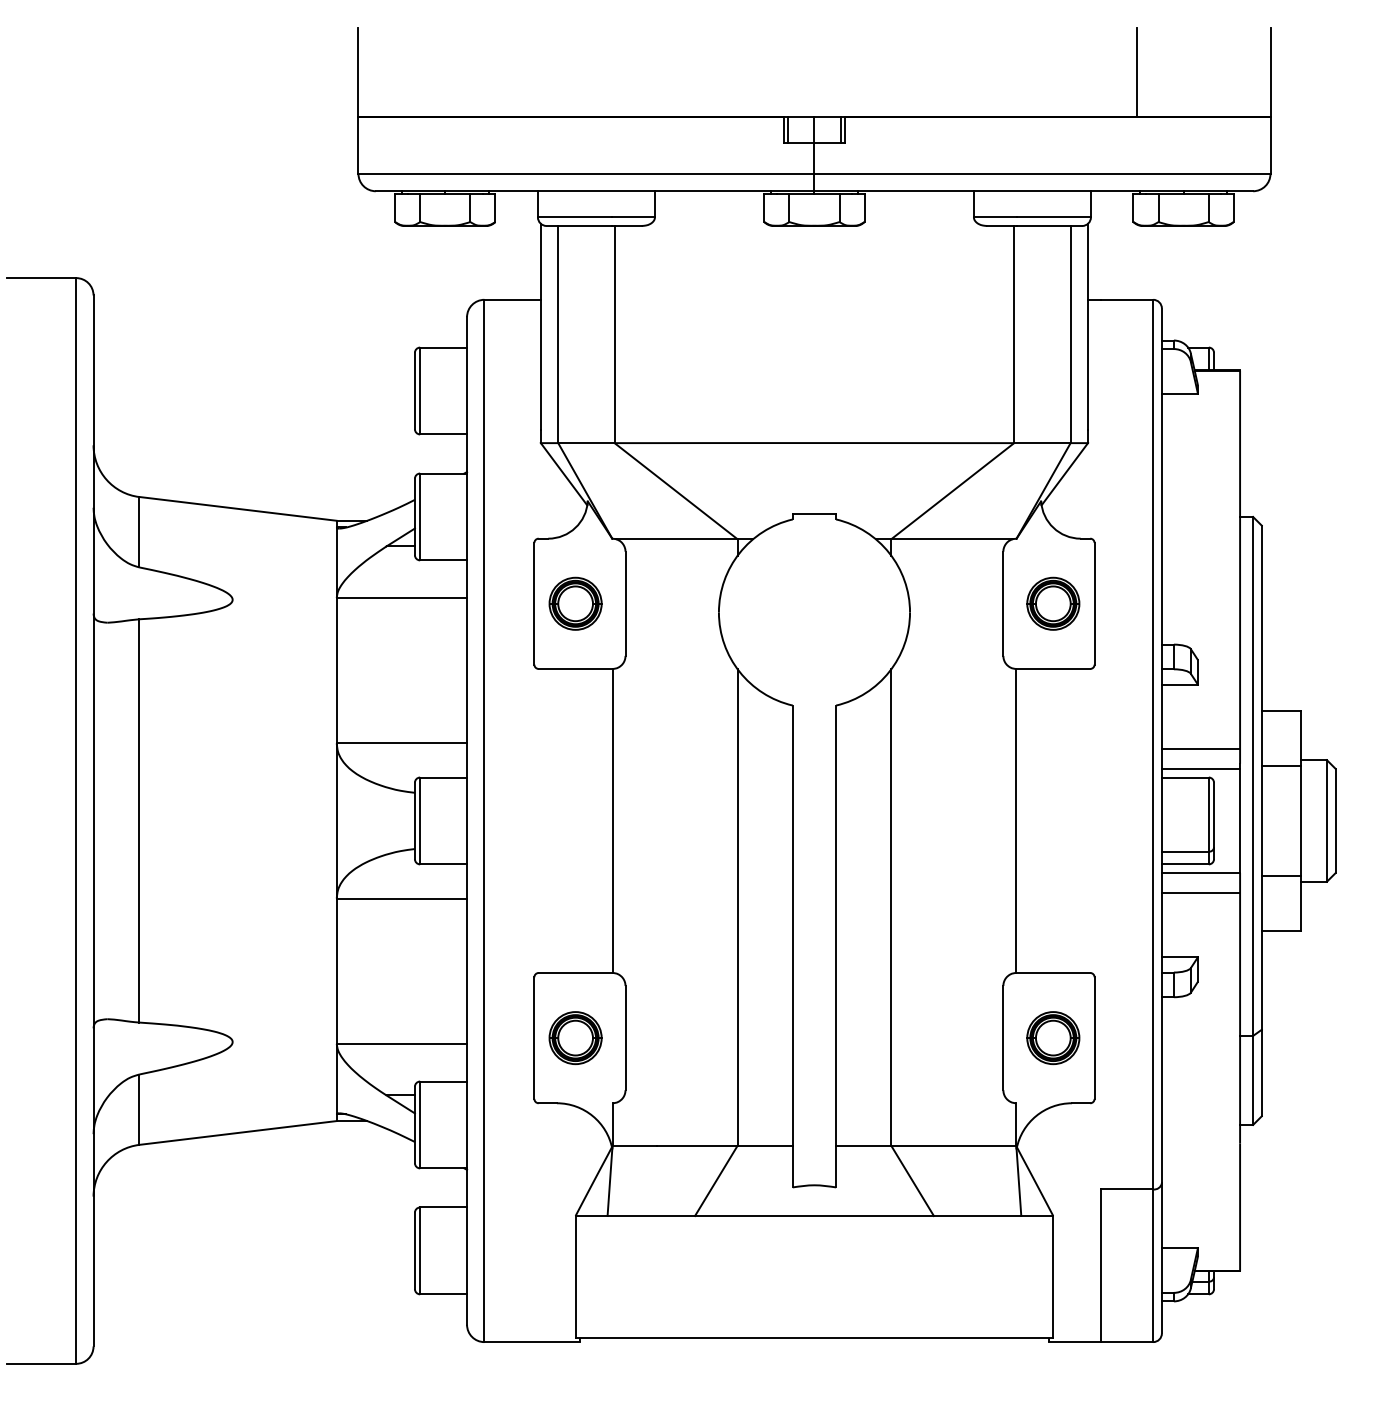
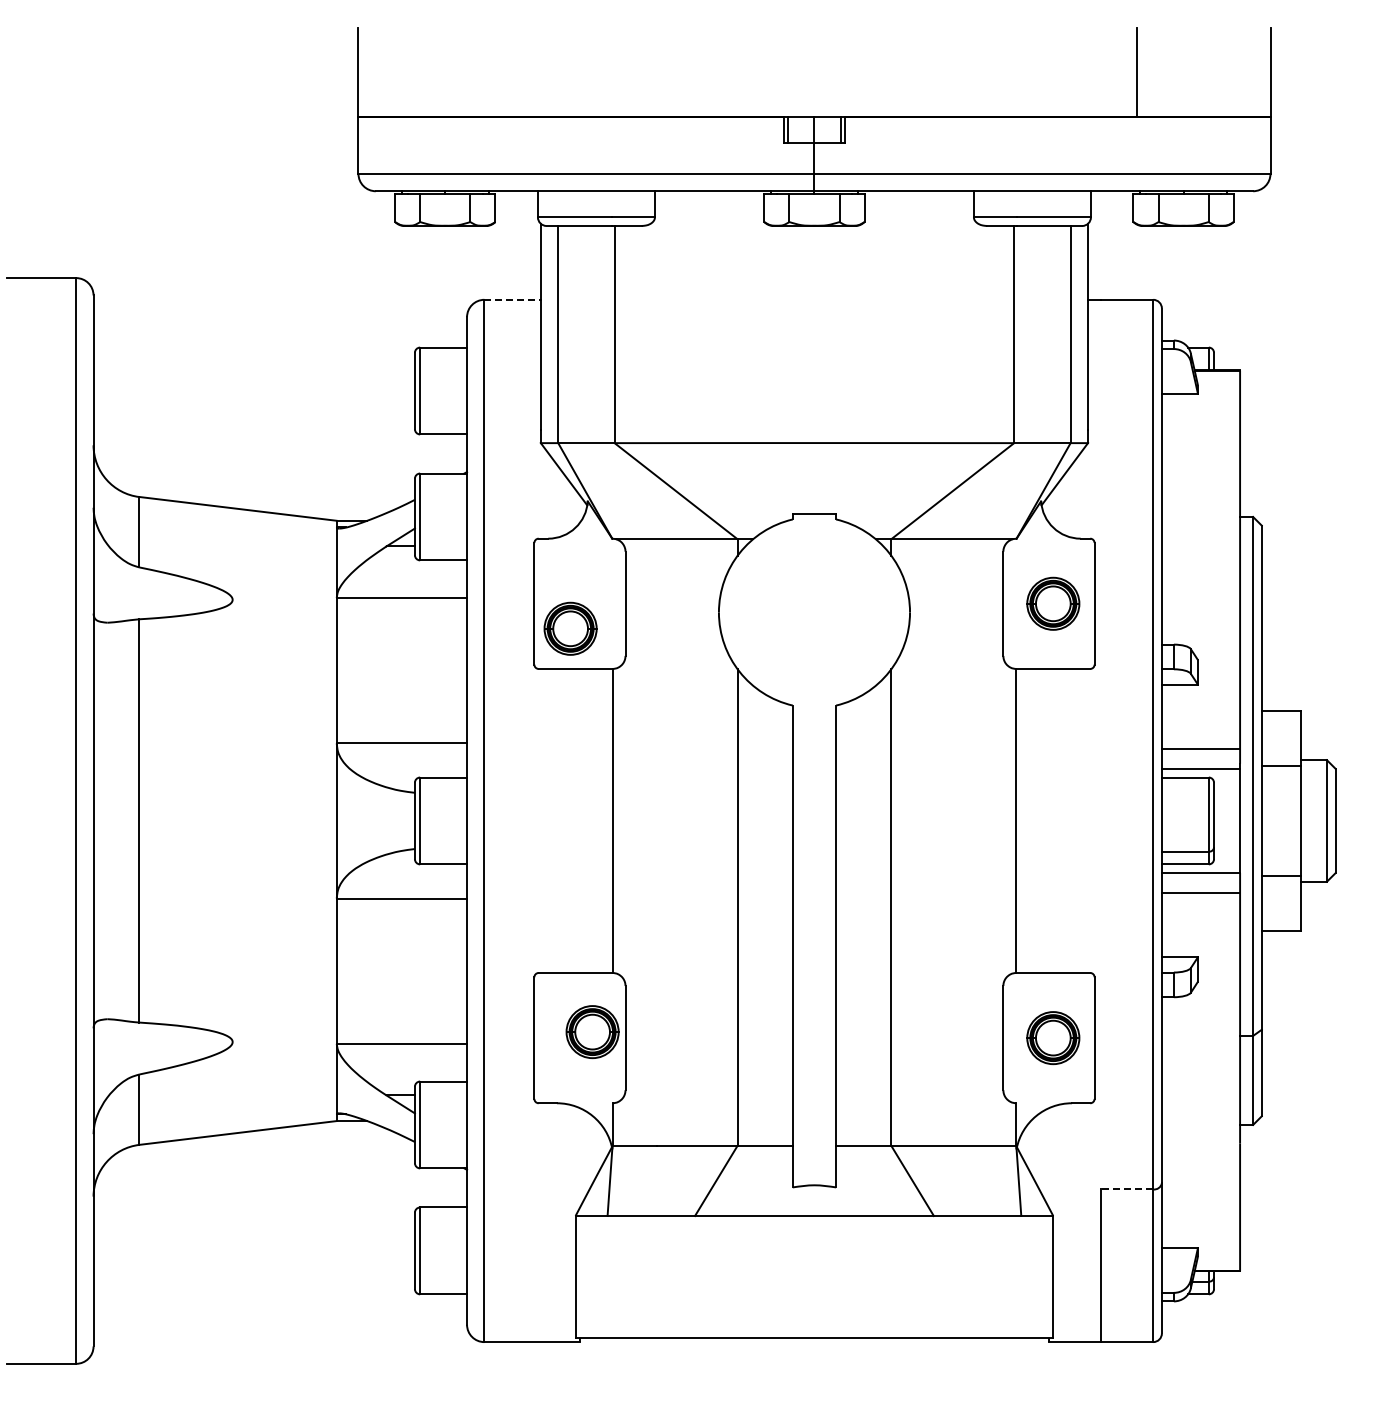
line at (513, 299): solid -> dashed
part at (575, 603) position: (575, 603) -> (570, 628)
part at (575, 1038) position: (575, 1038) -> (592, 1032)
line at (1126, 1189): solid -> dashed
